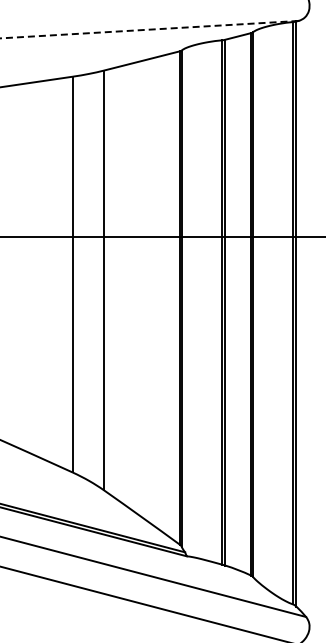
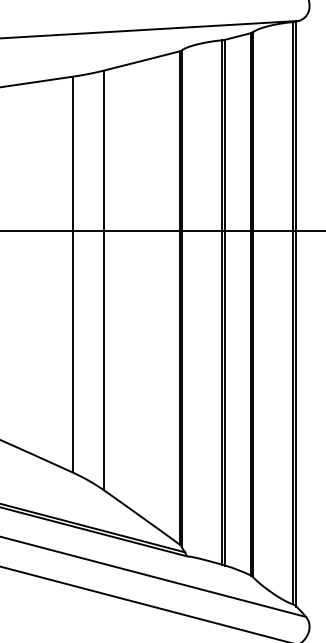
line at (148, 29): dashed -> solid
line at (162, 237) position: (162, 237) -> (162, 231)
